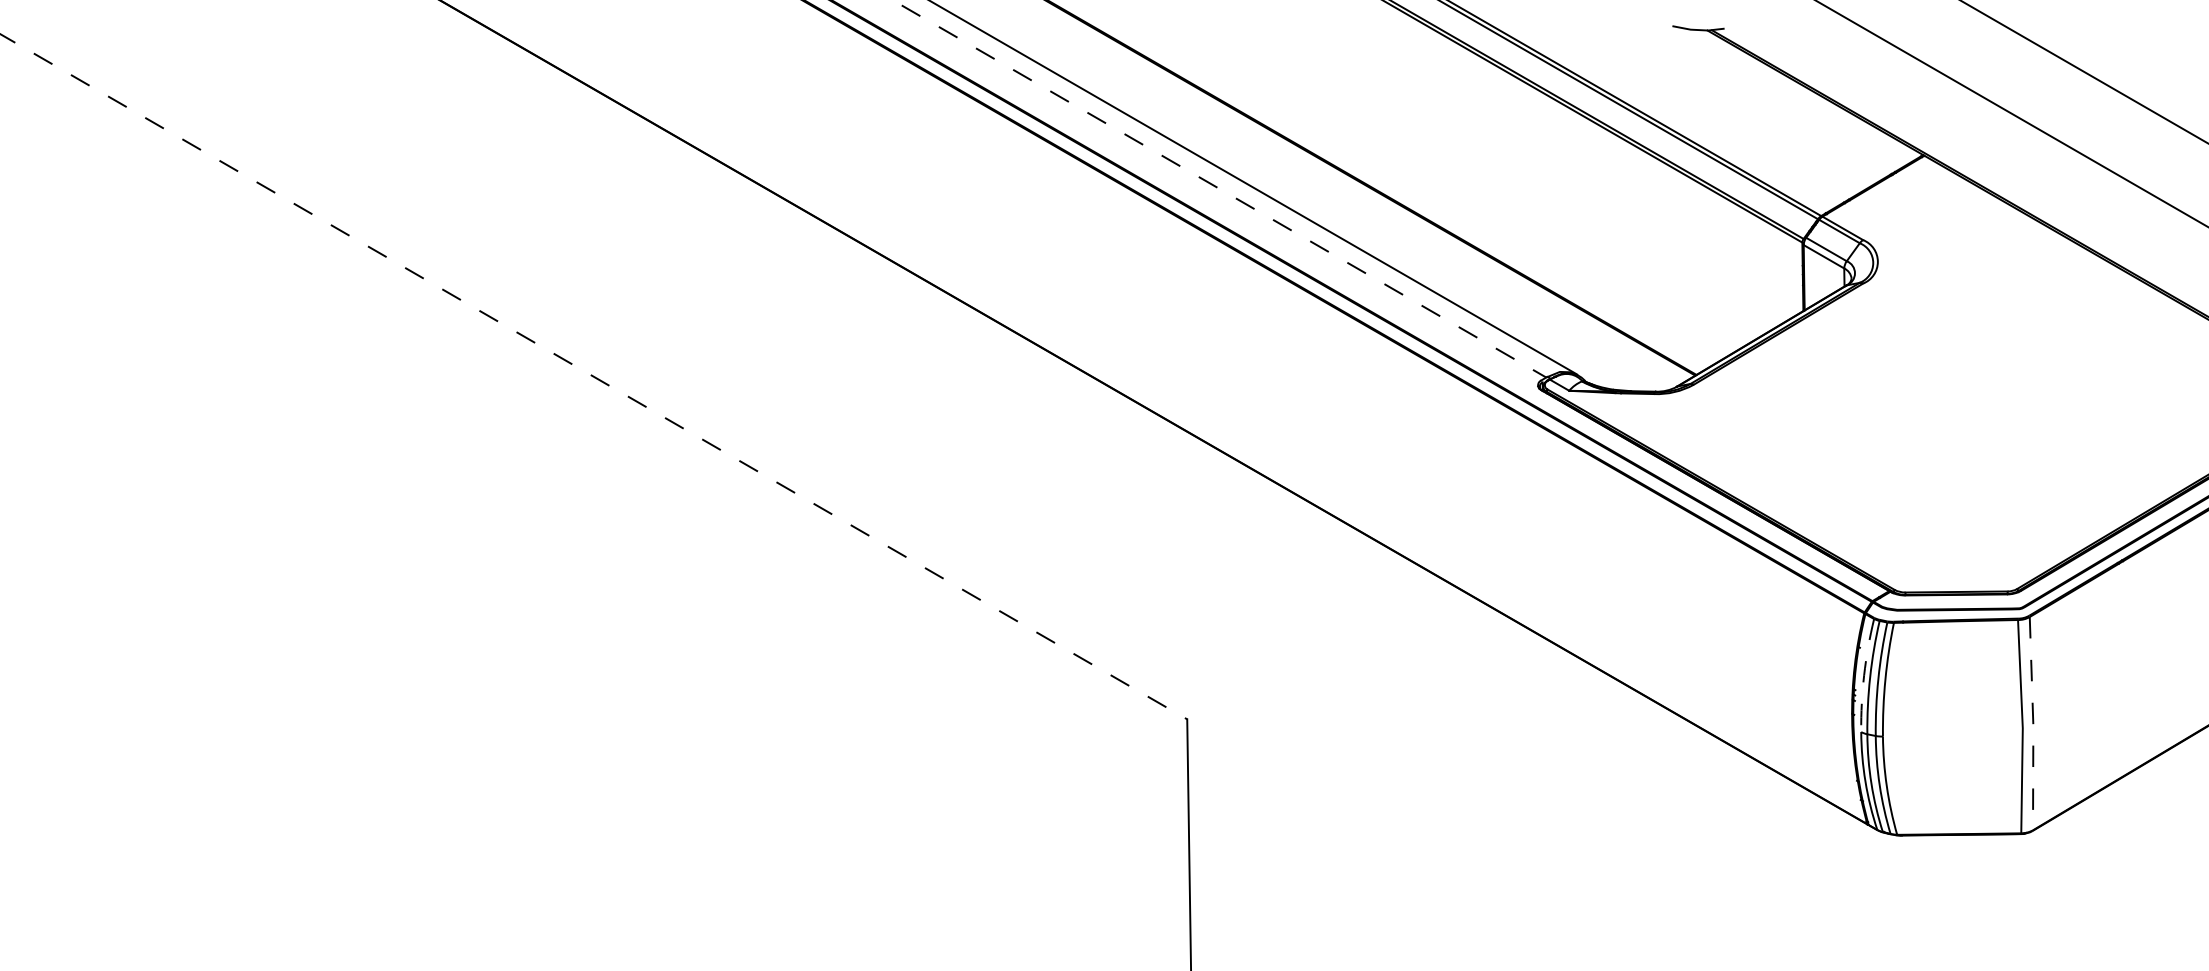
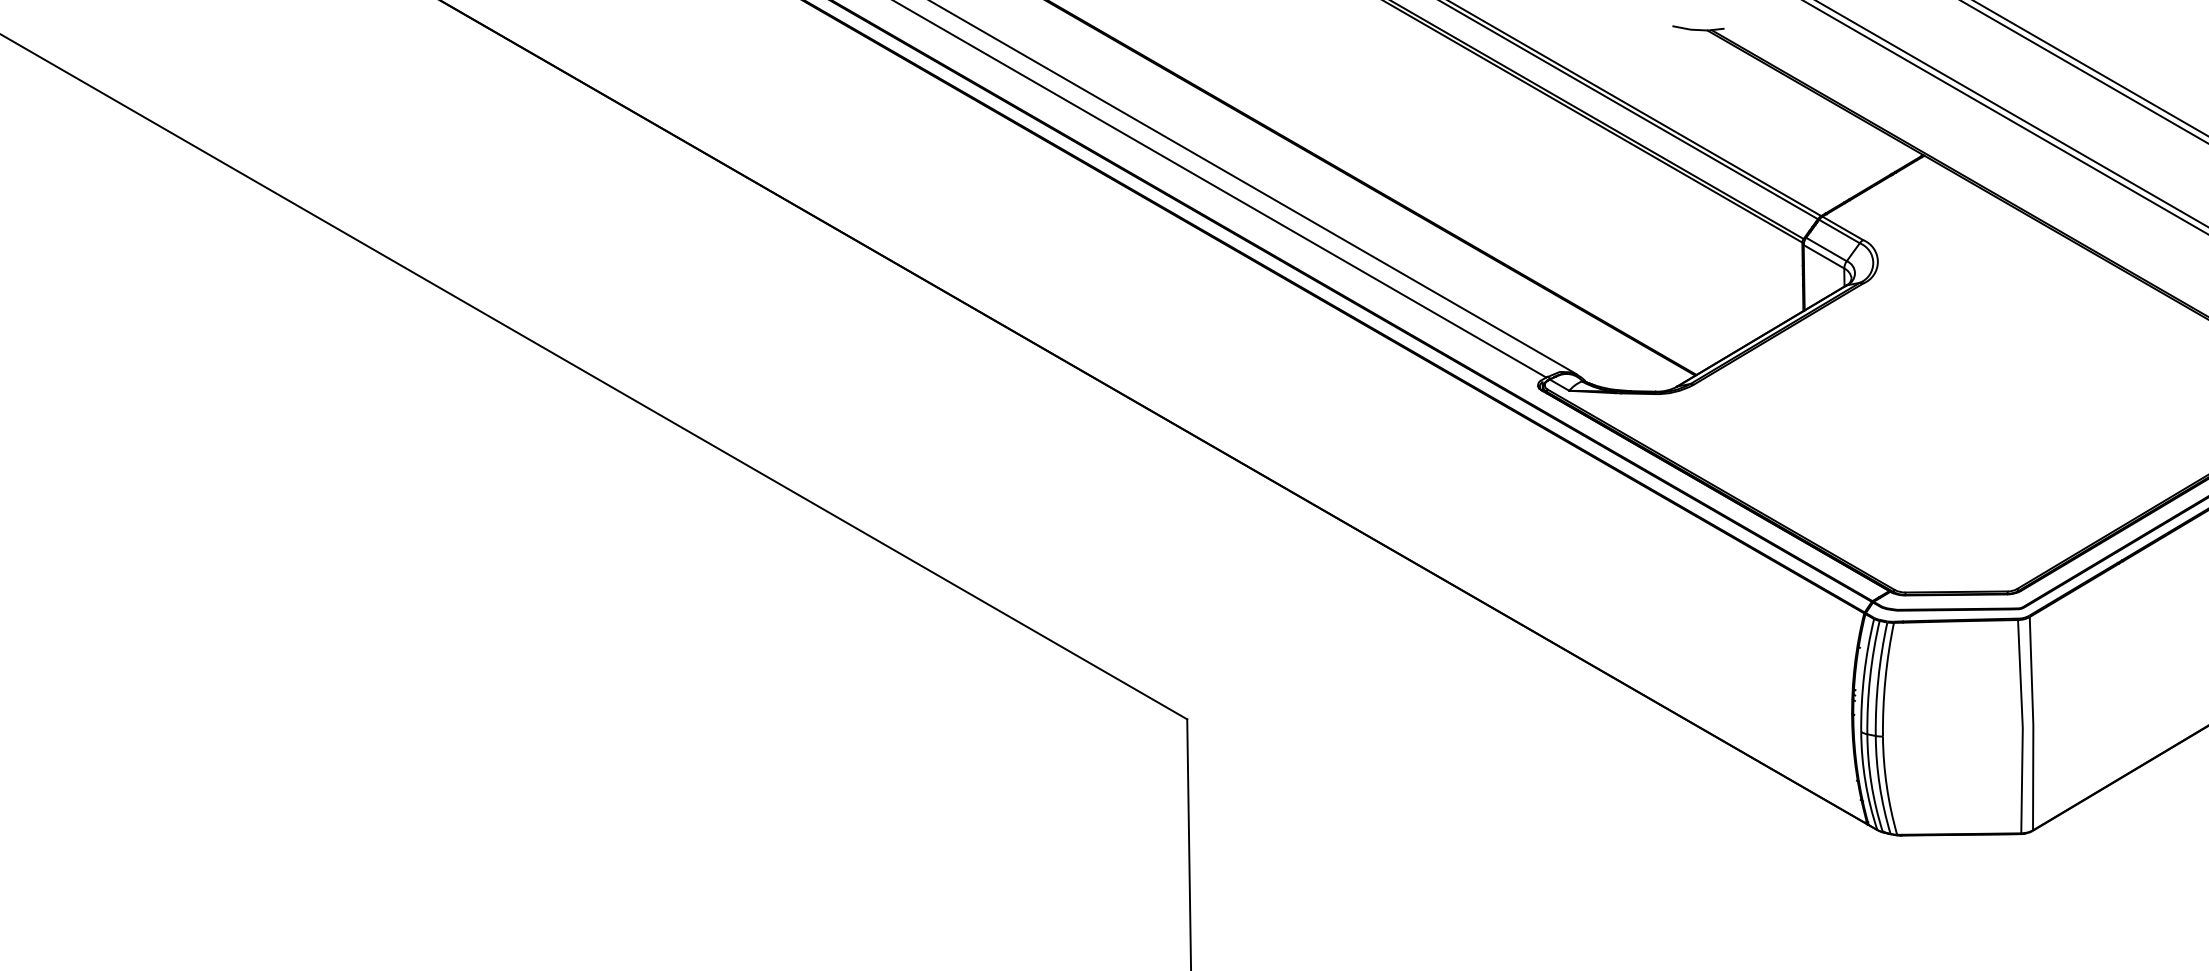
line at (2090, 68): none -> present
line at (2005, 117): none -> present
line at (1219, 189): dashed -> solid
line at (594, 376): dashed -> solid
arc at (1864, 675): dashed -> solid
line at (2033, 724): dashed -> solid
